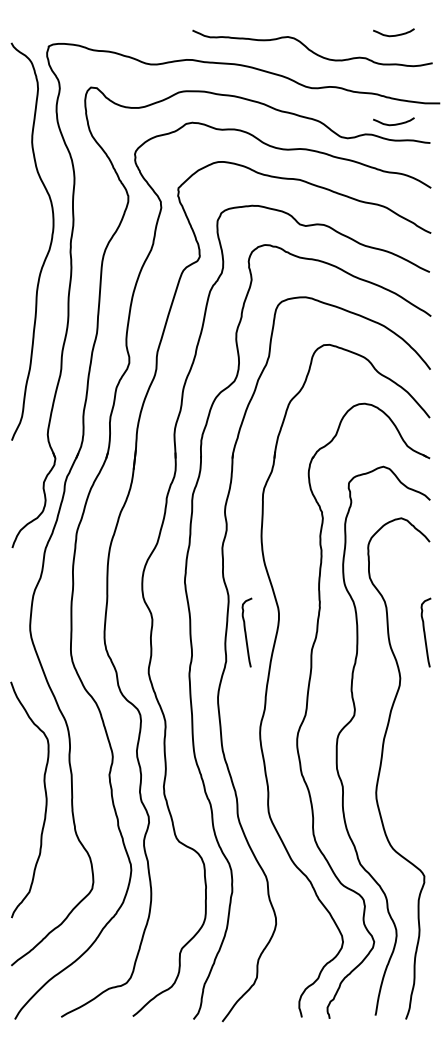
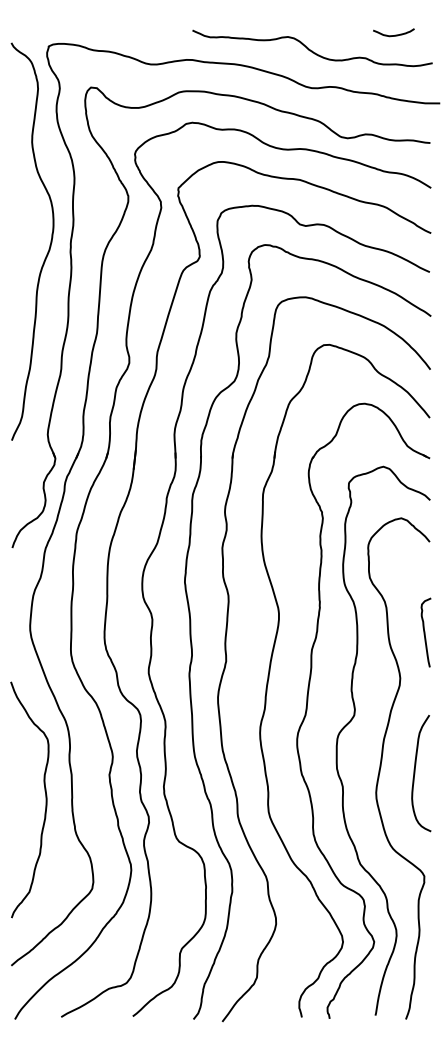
curve at (395, 123): present -> none
curve at (246, 632): present -> none
curve at (415, 773): none -> present
